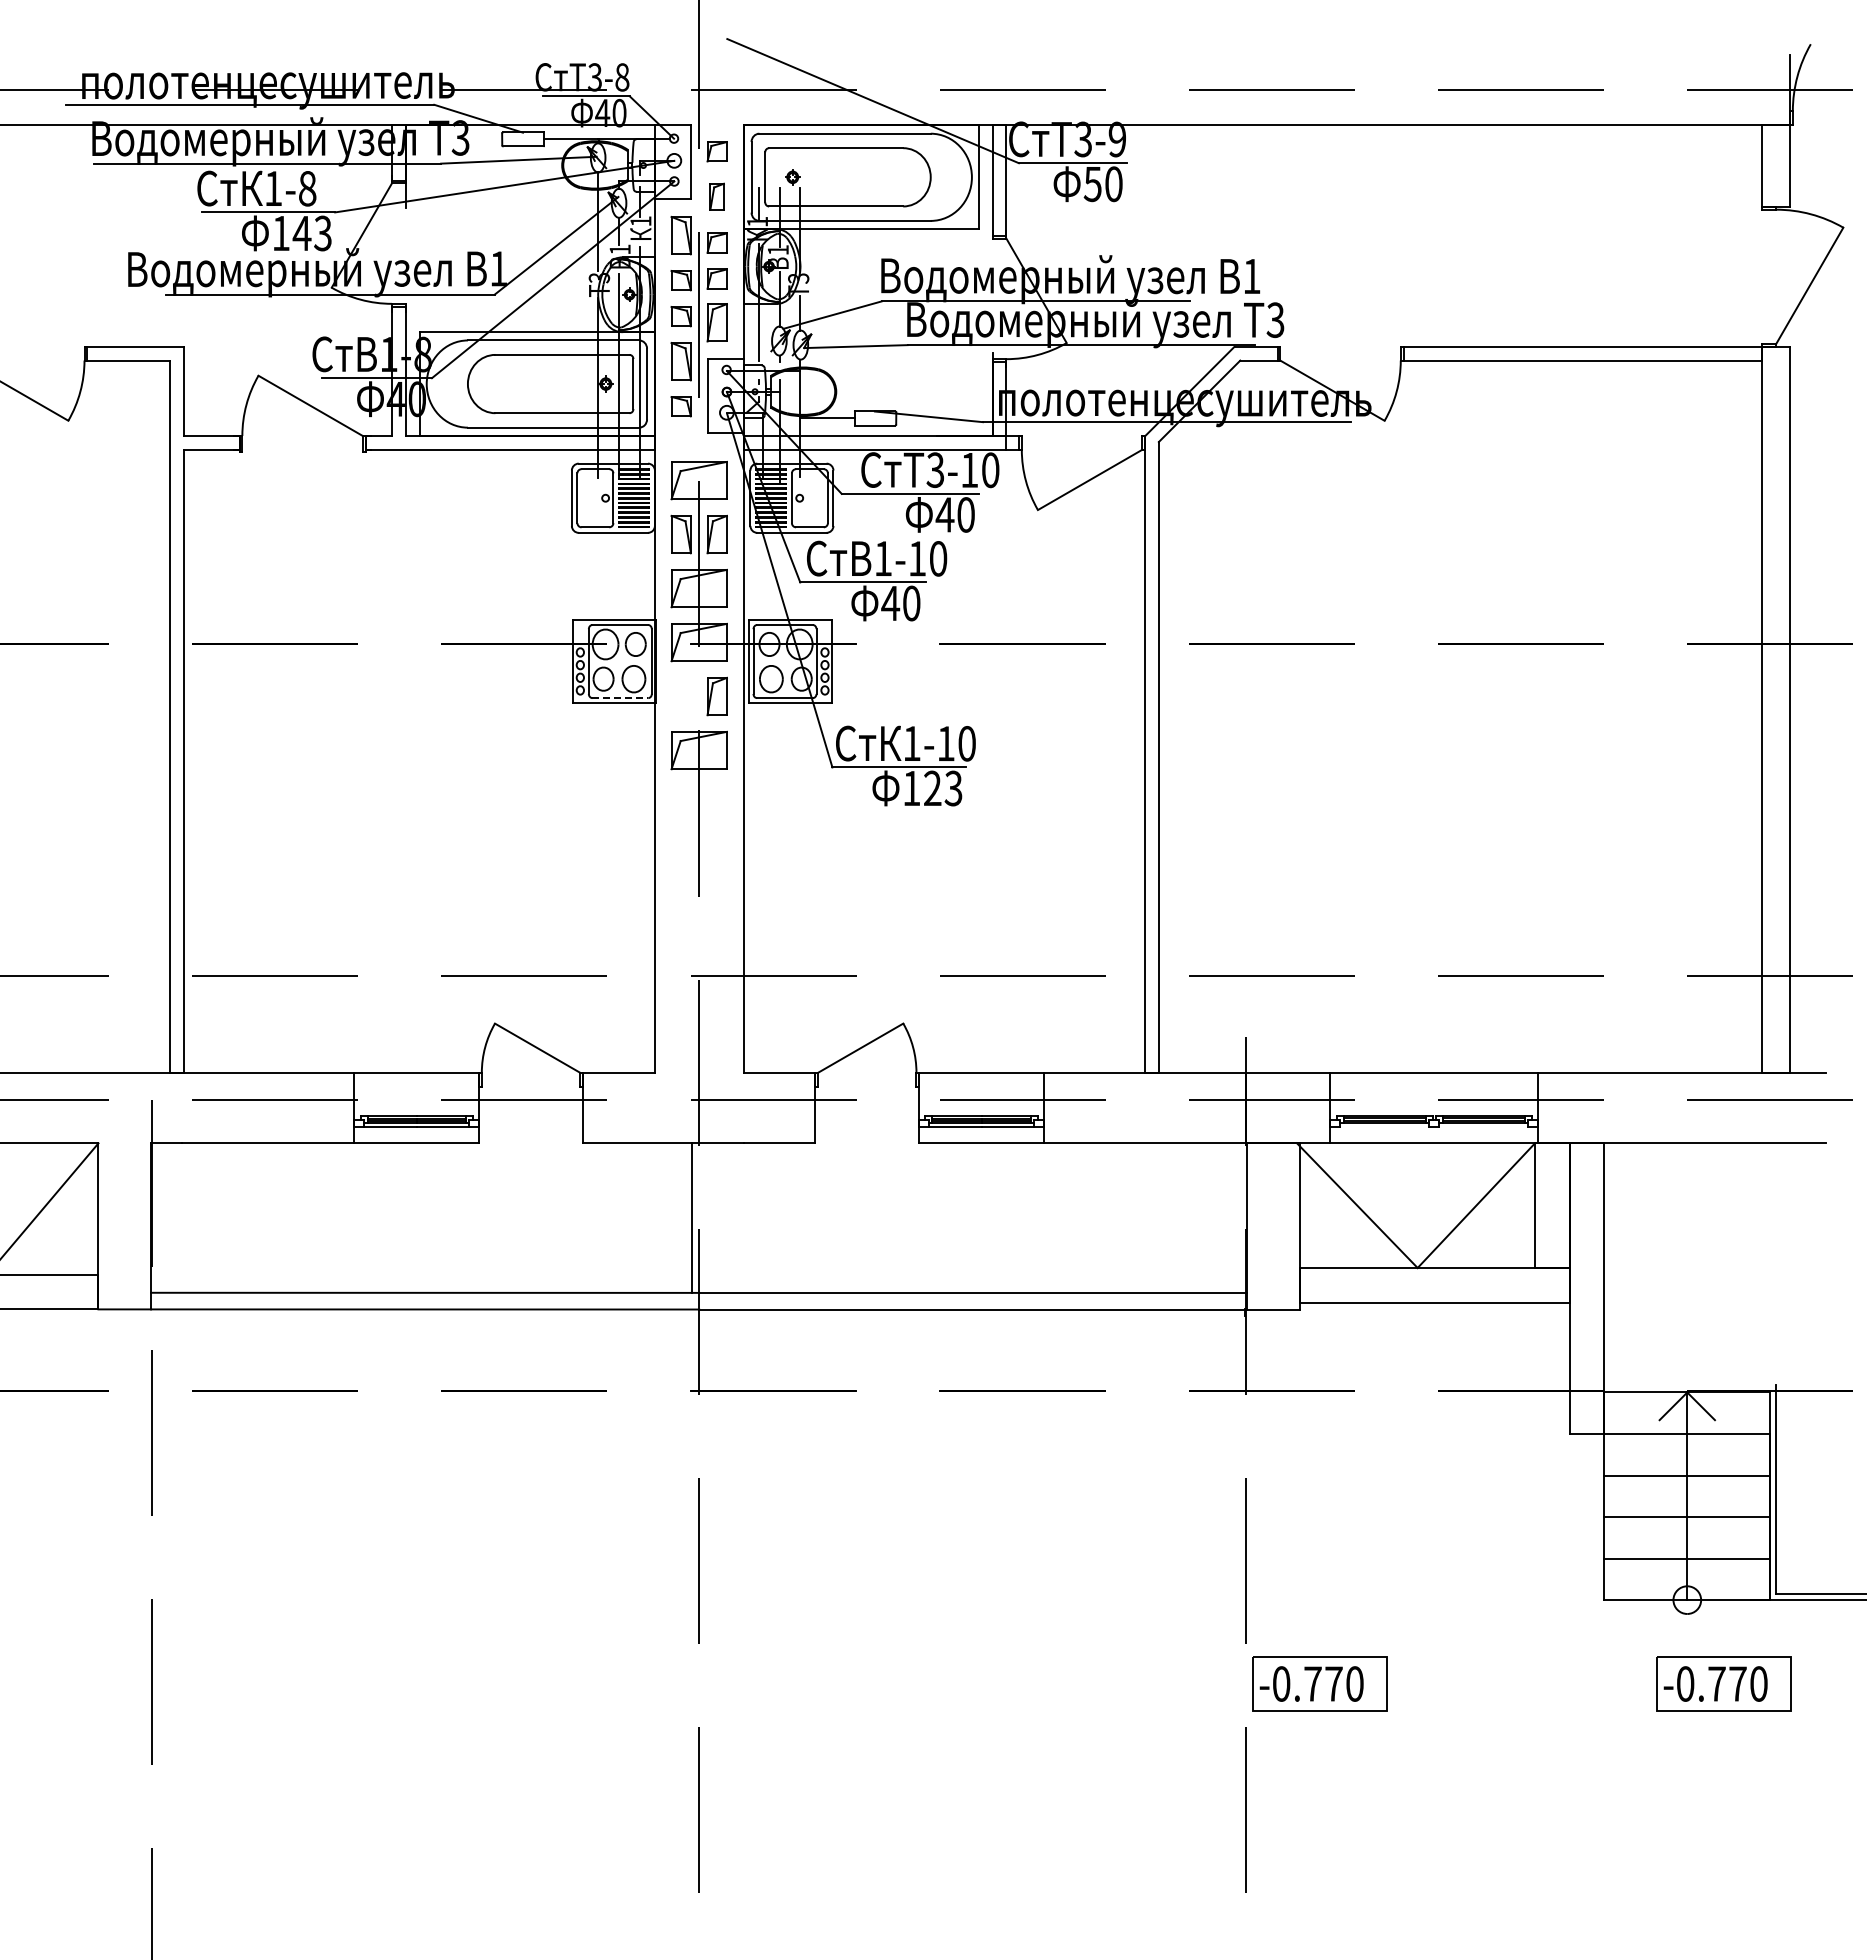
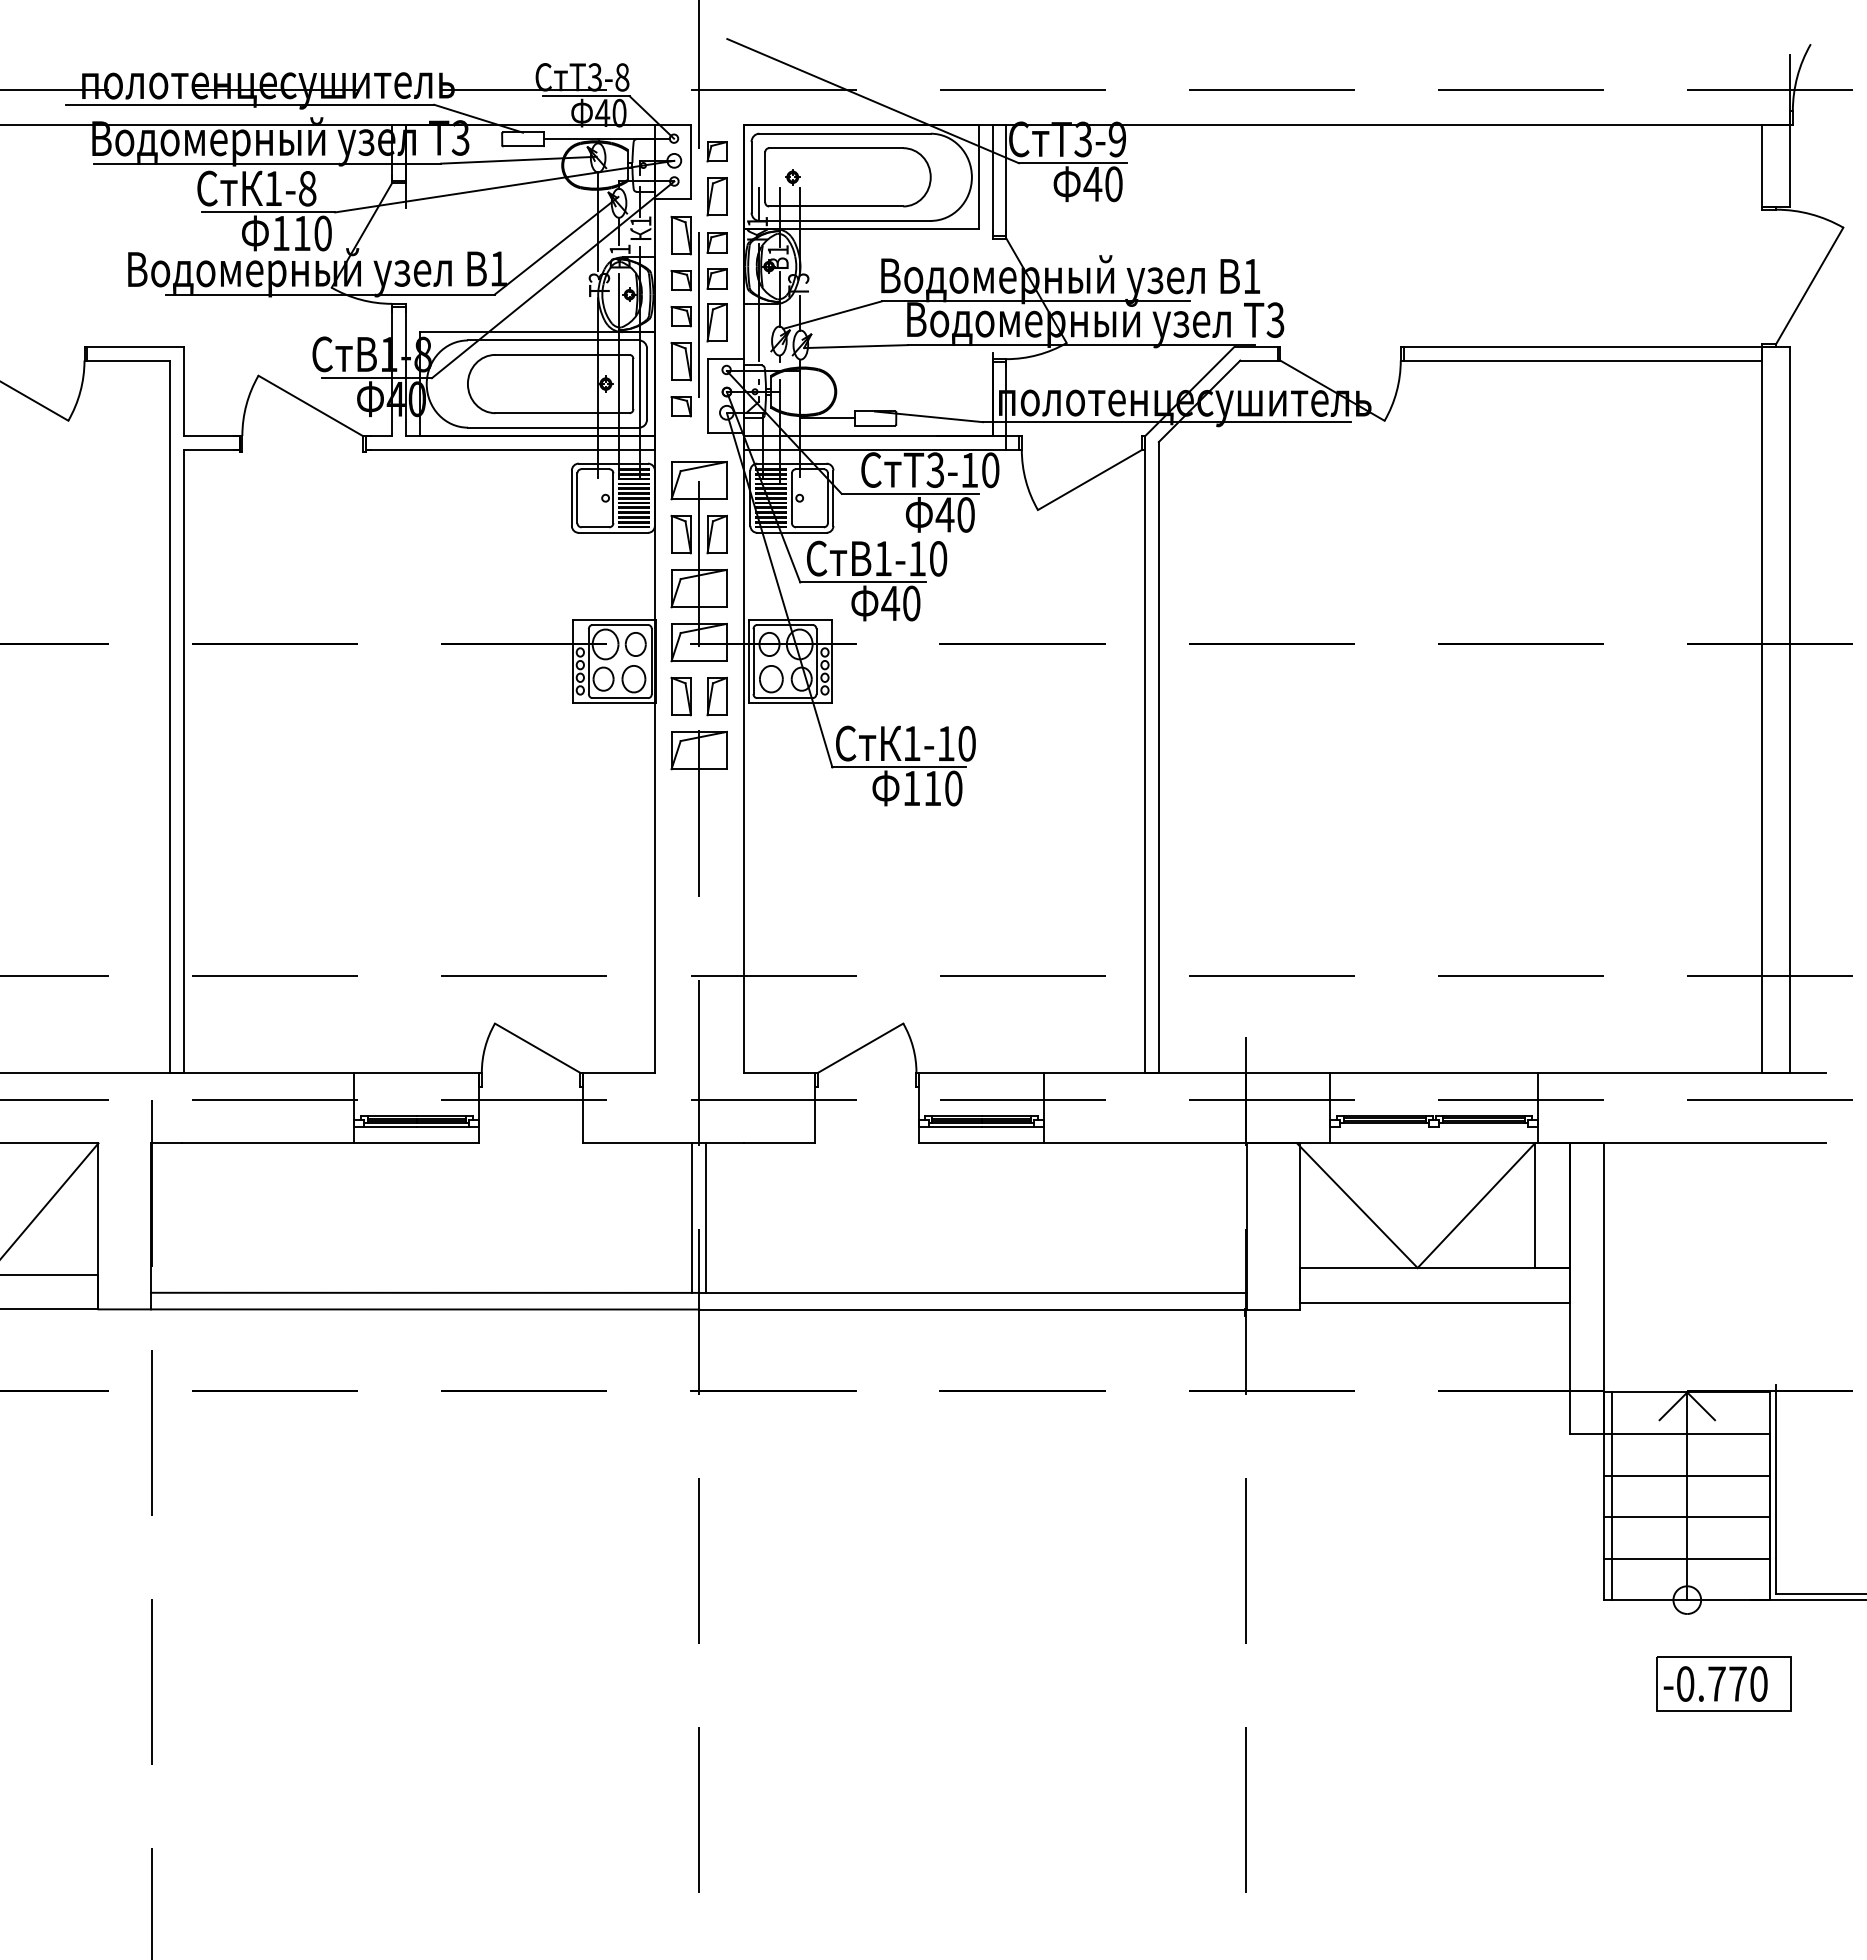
text at (1092, 184): 50 -> 40
part at (716, 196) size: 16x29 px -> 22x40 px
text at (311, 233): 143 -> 110
part at (680, 696): none -> present
line at (620, 698): dashed -> solid
text at (943, 788): 123 -> 110
line at (706, 1217): none -> present
line at (1612, 1496): none -> present
part at (1319, 1683): present -> none
